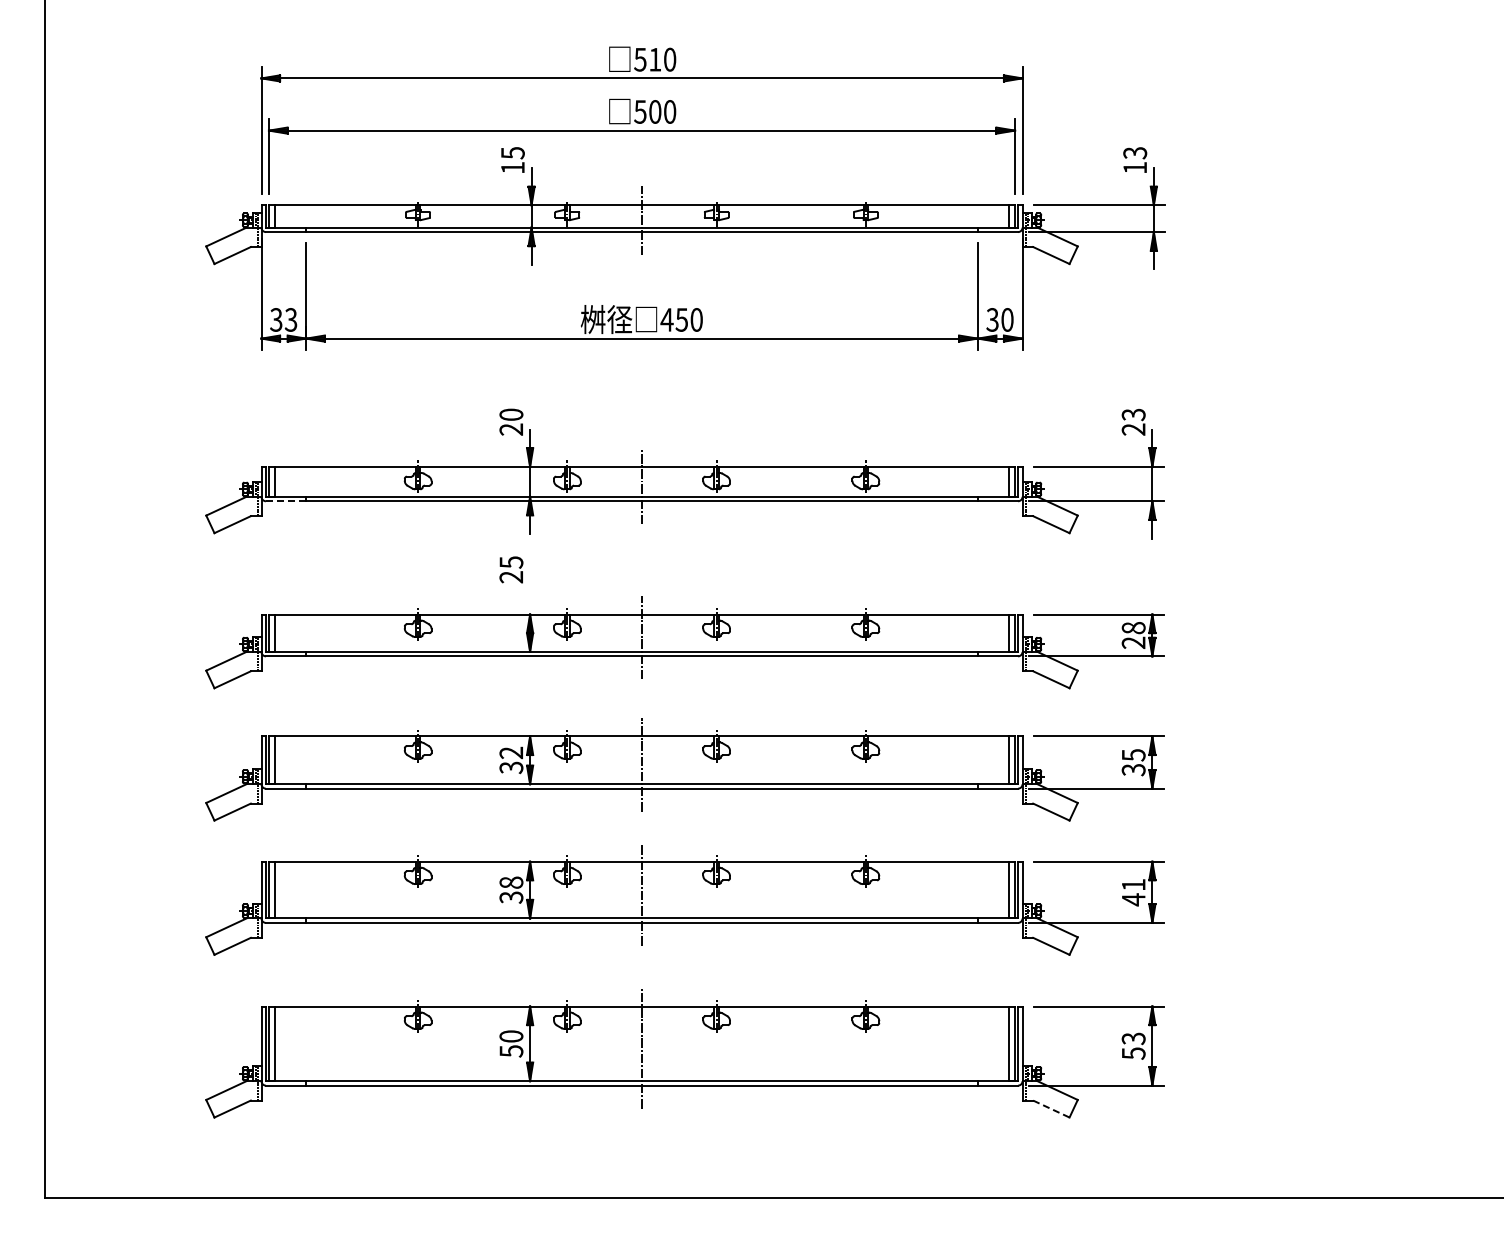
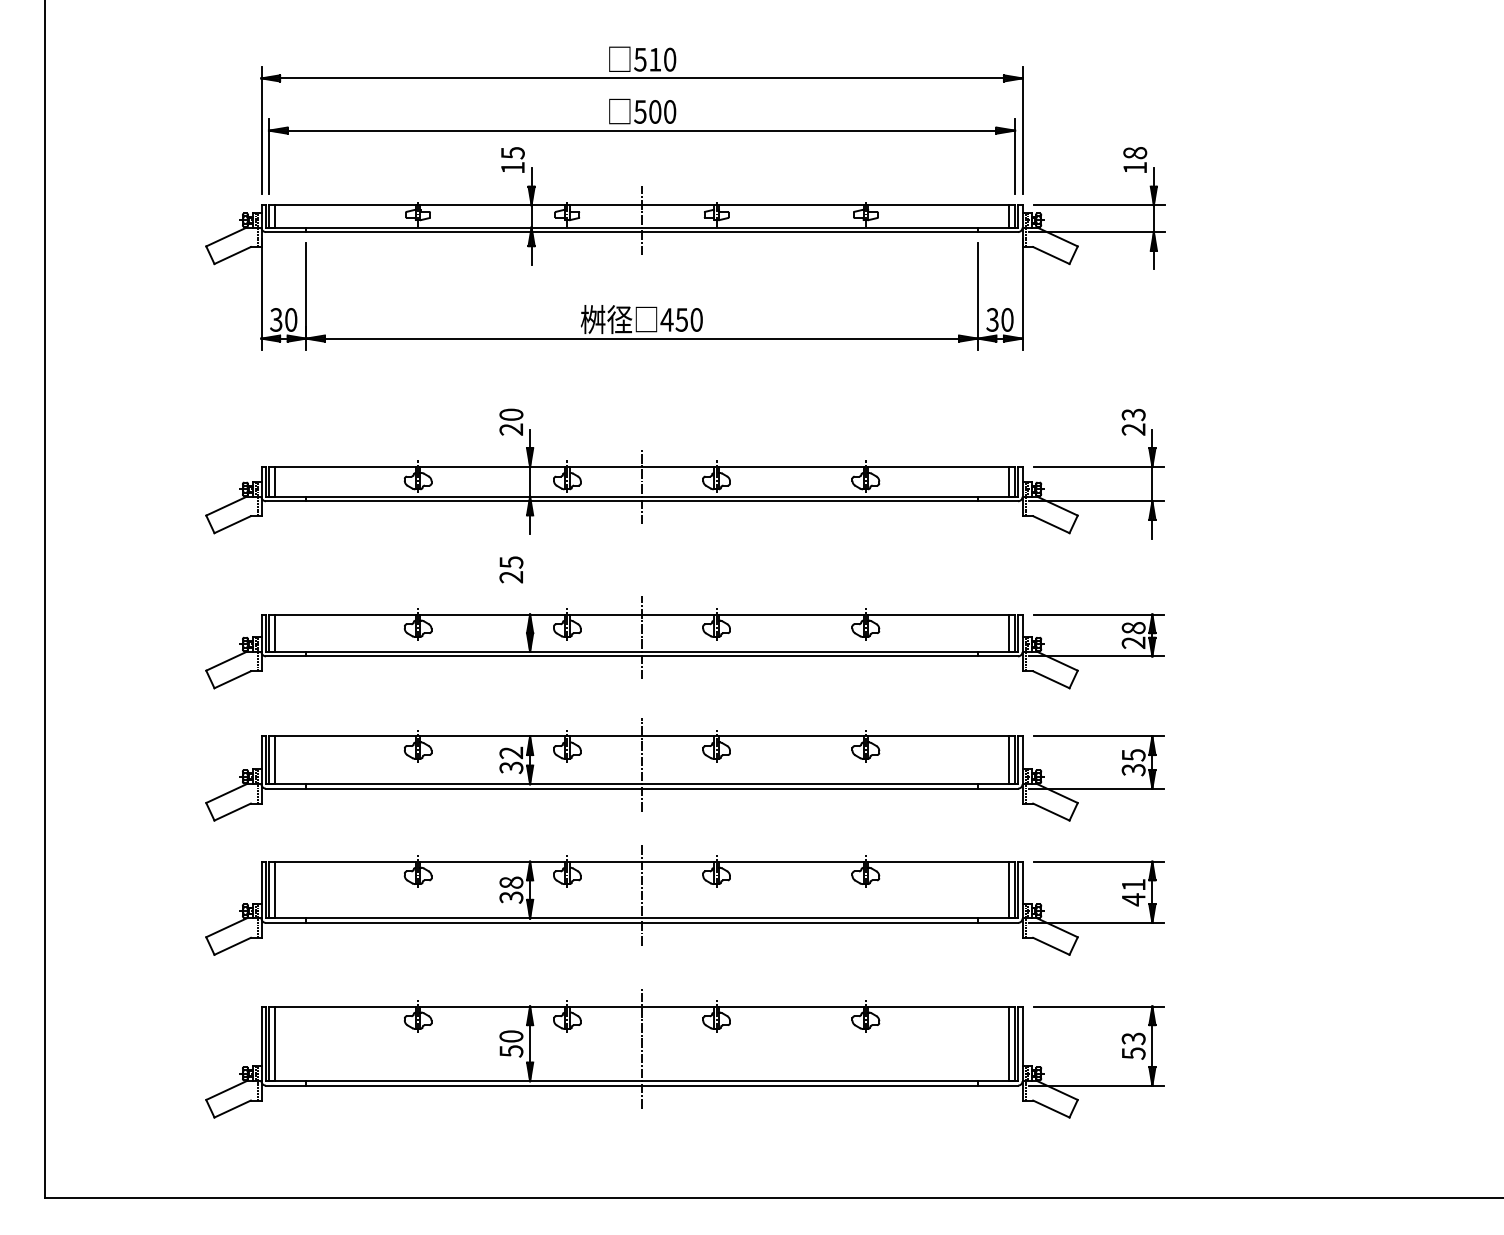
text at (1134, 153): 13 -> 18
text at (290, 319): 33 -> 30
line at (286, 501): dashed -> solid
line at (1051, 1109): dashed -> solid
